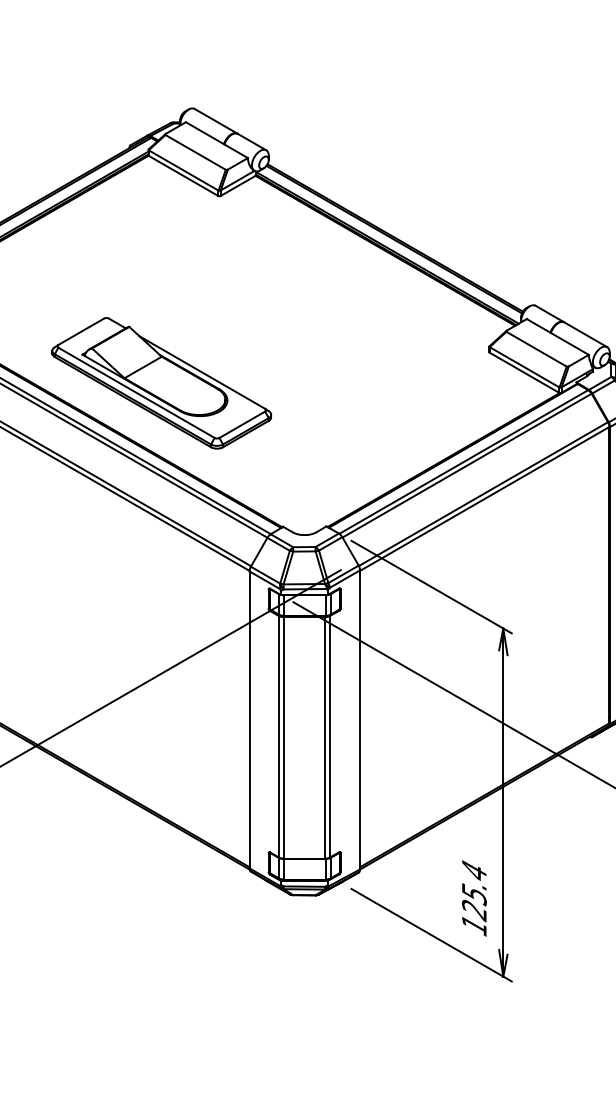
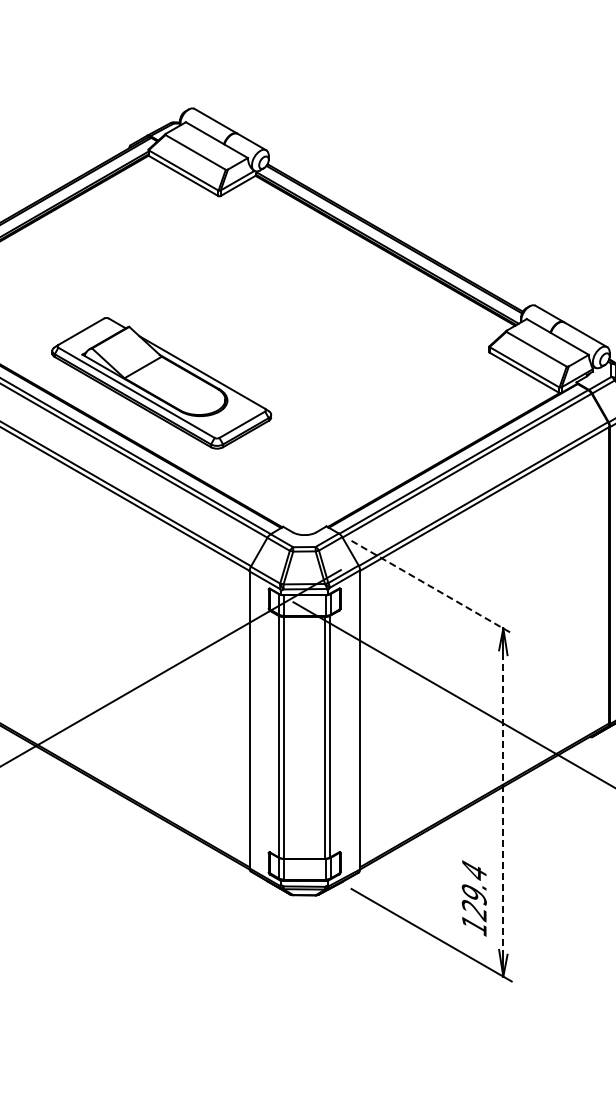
line at (431, 587): solid -> dashed
line at (503, 802): solid -> dashed
text at (473, 894): 125.4 -> 129.4
